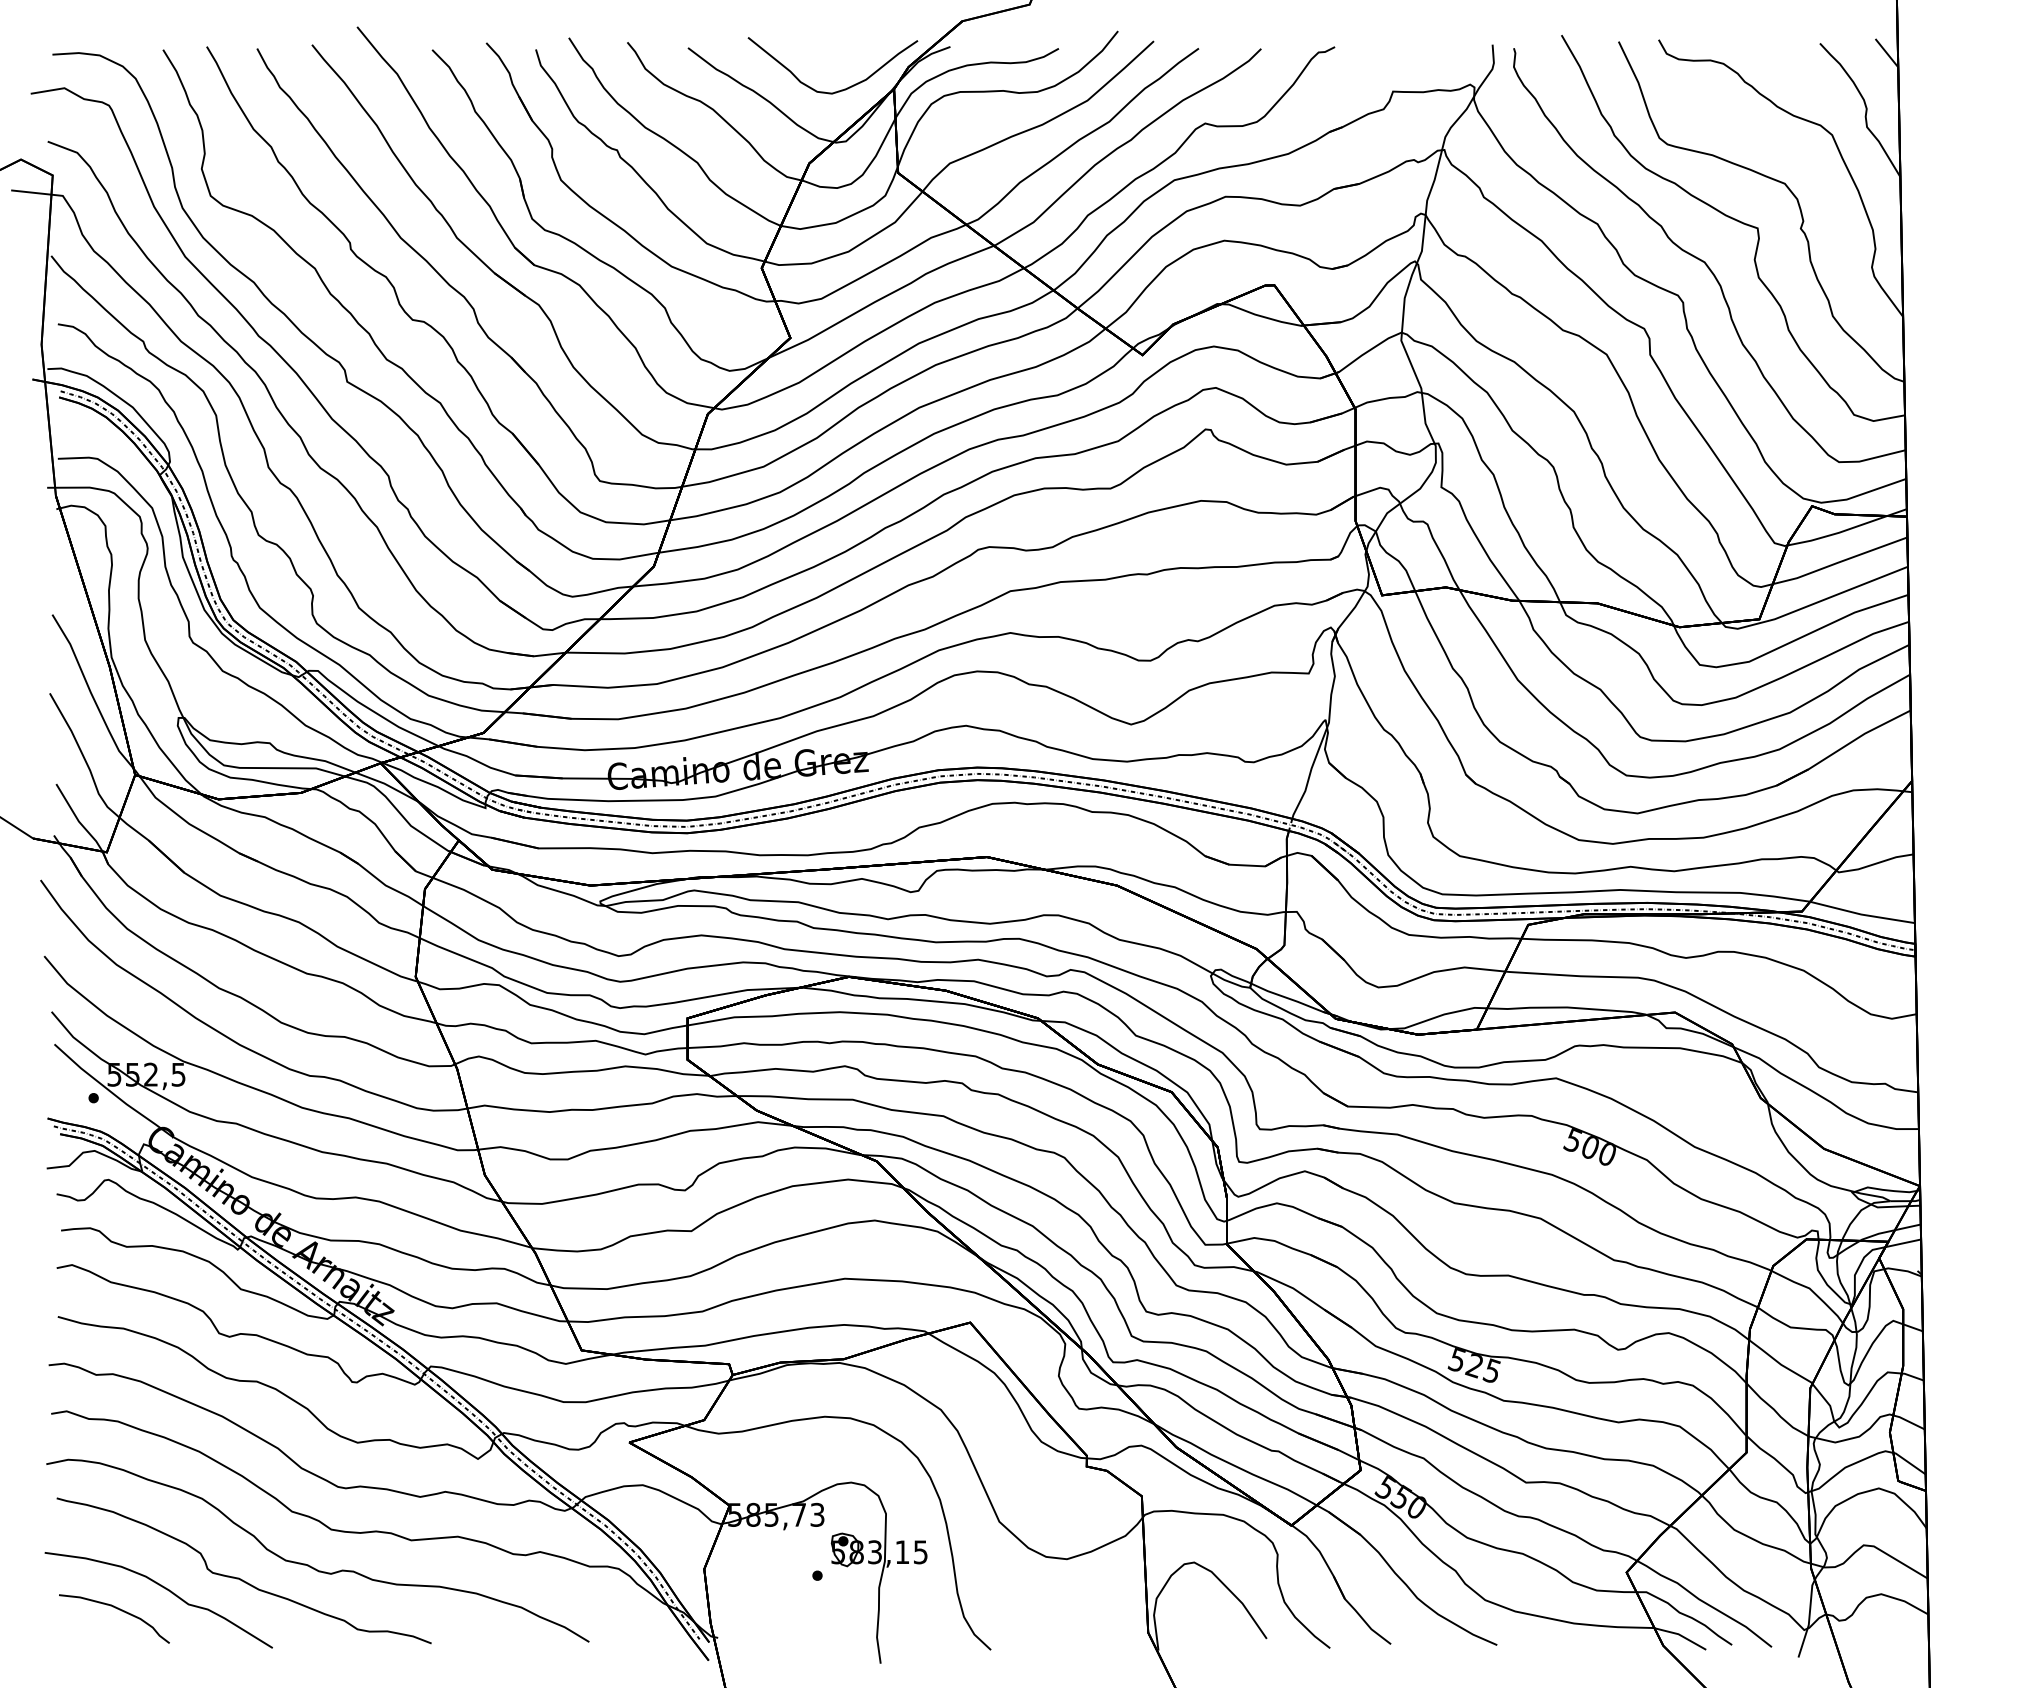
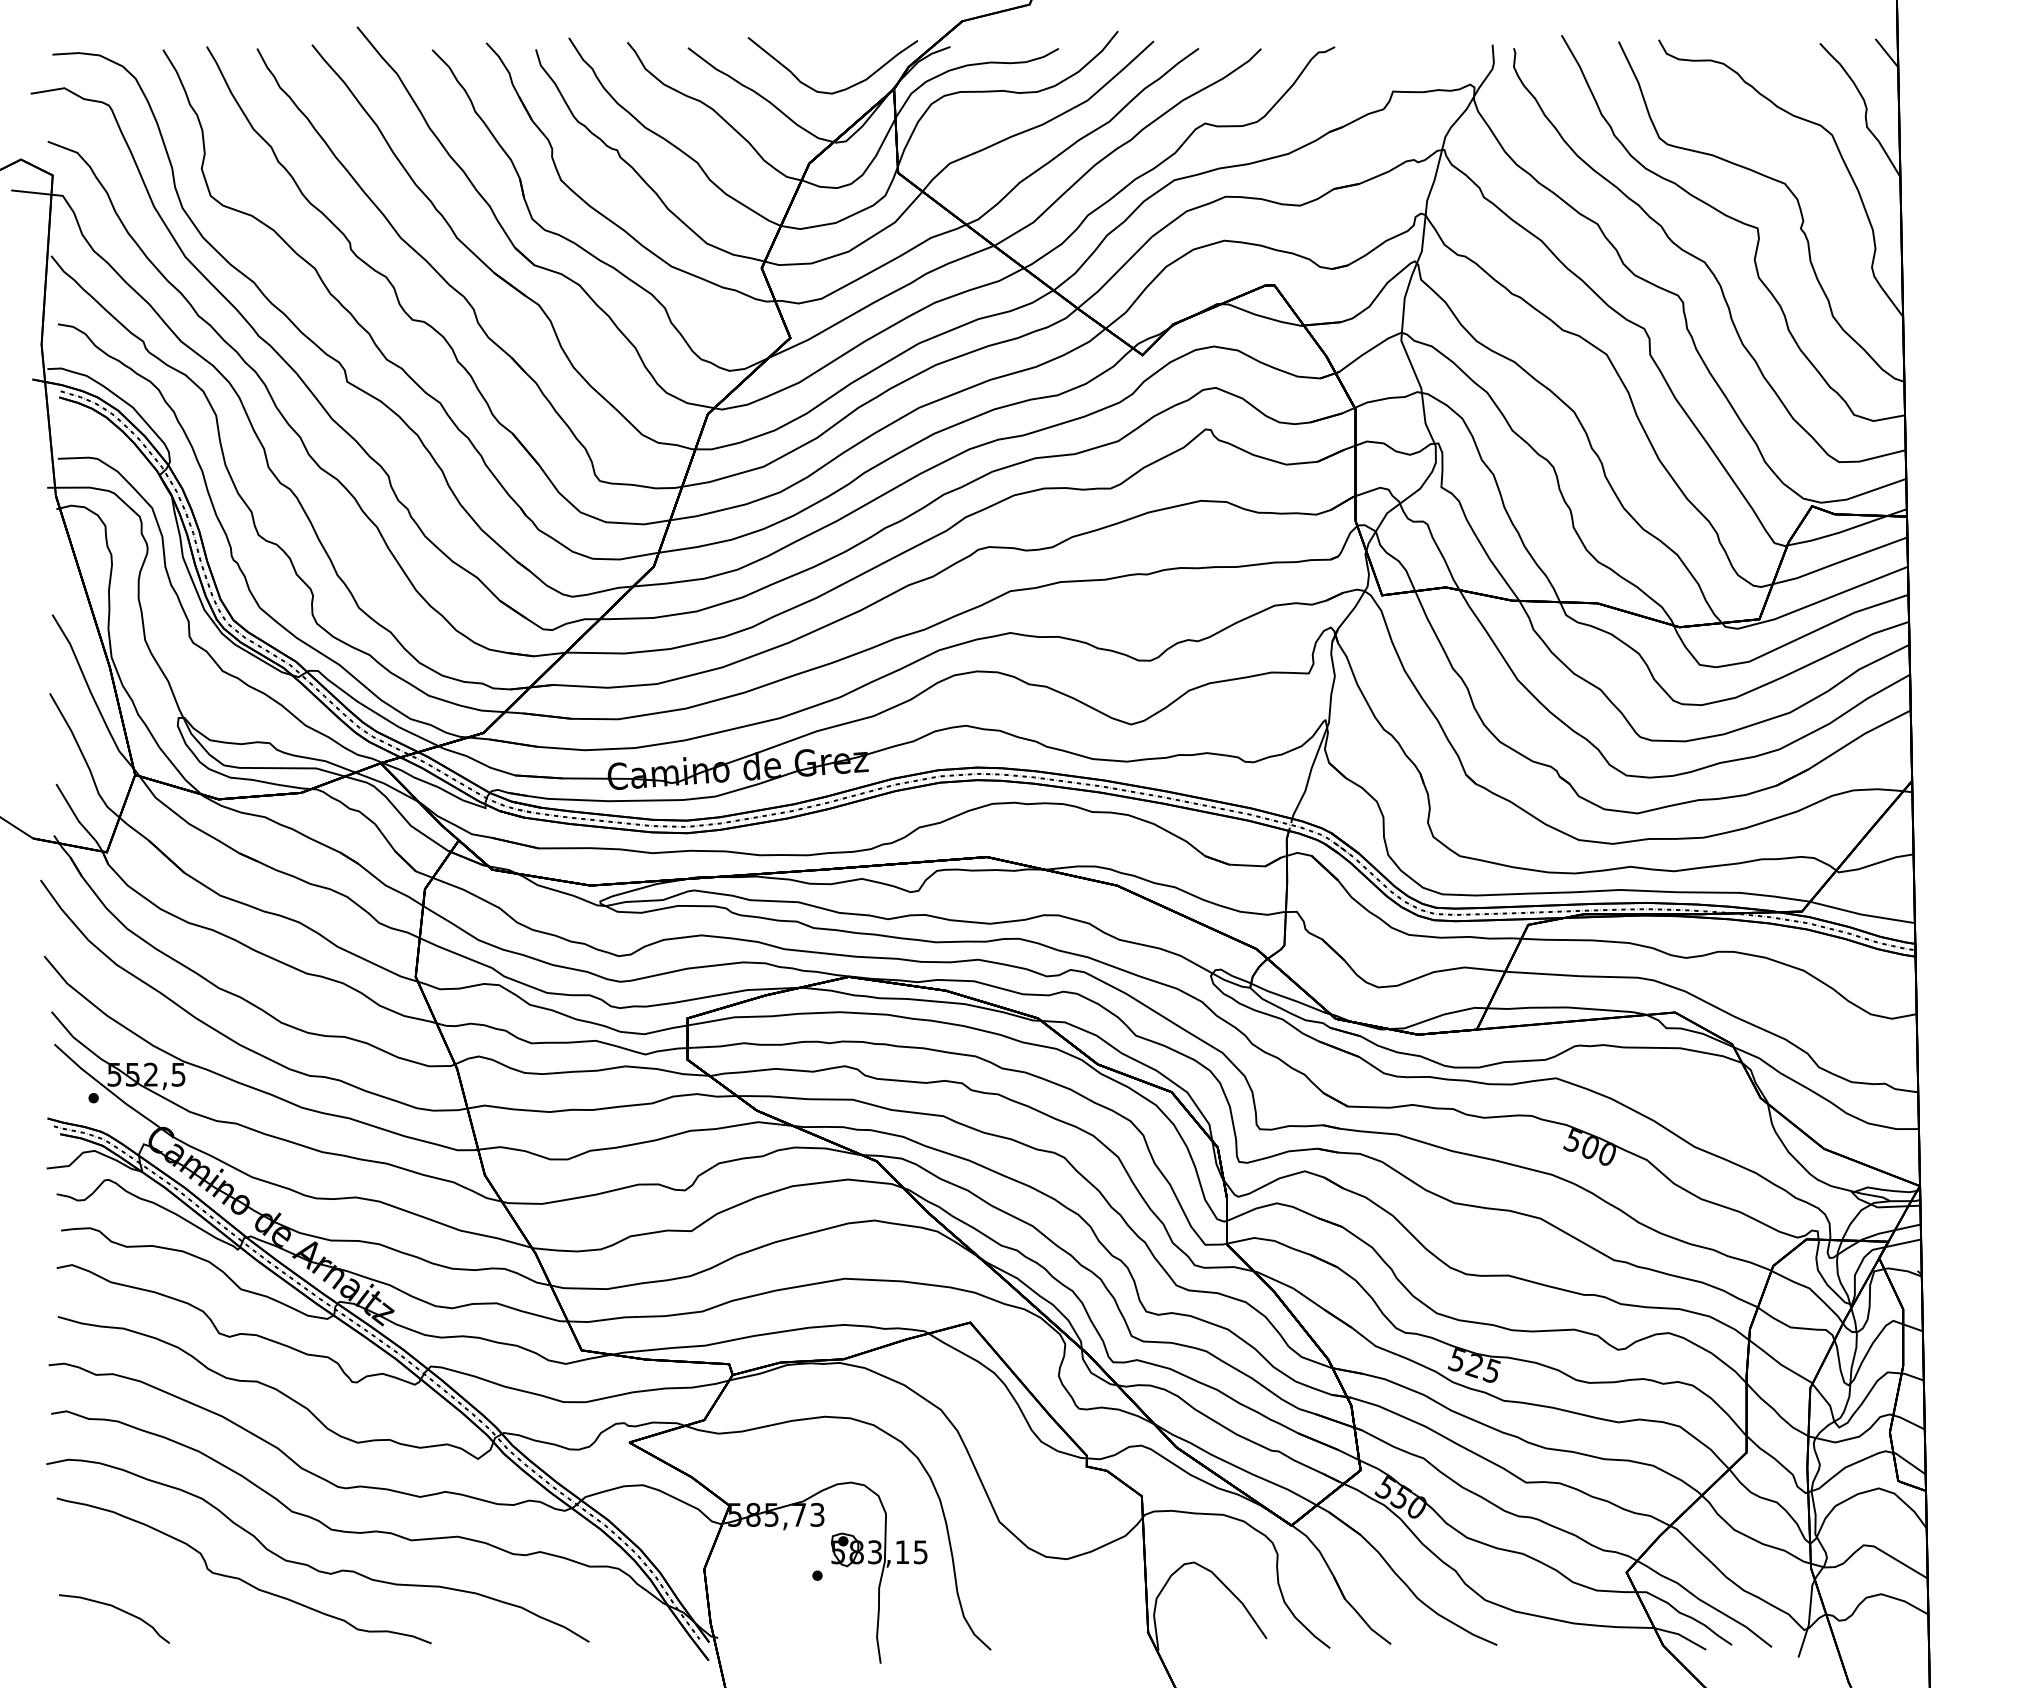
curve at (163, 1588): present -> none
